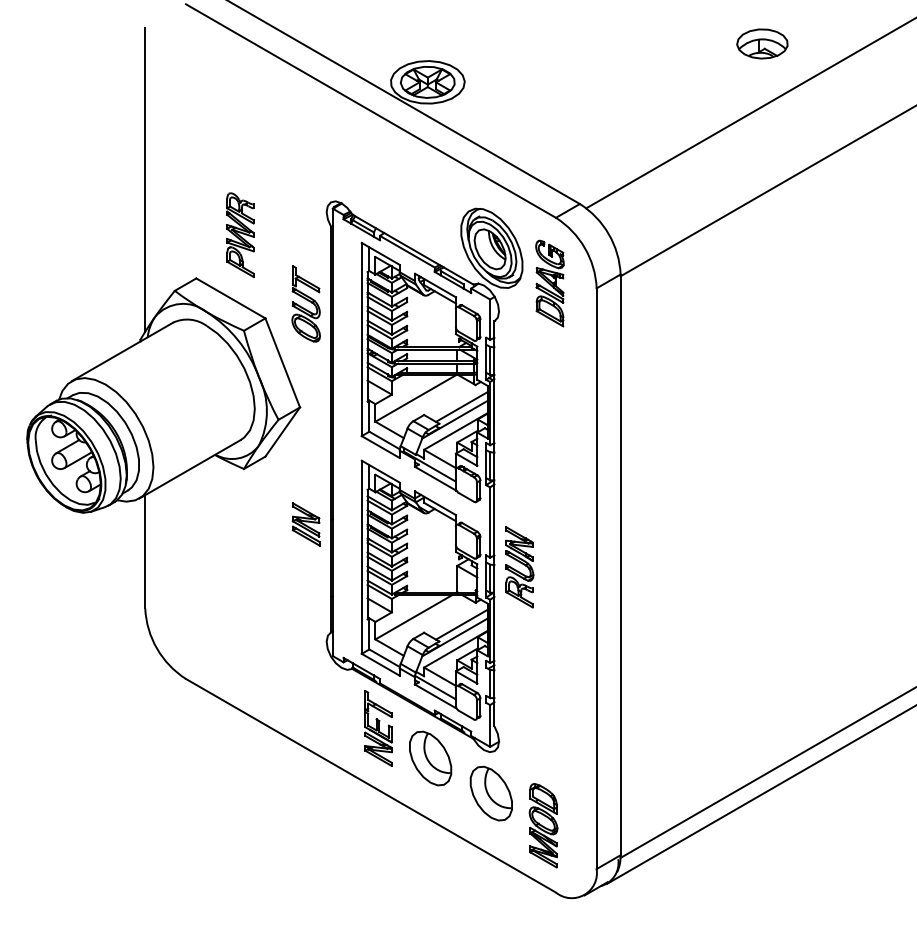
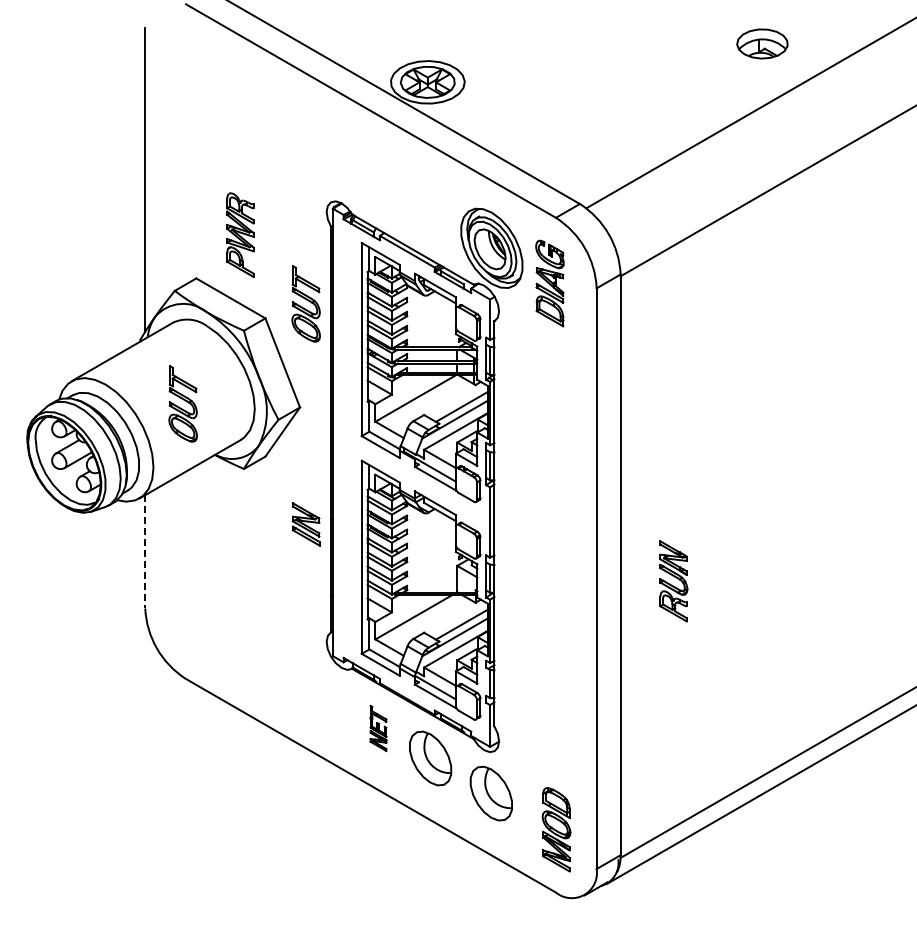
part at (182, 403): none -> present
line at (145, 551): solid -> dashed
part at (519, 567) position: (519, 567) -> (673, 581)
part at (378, 728) size: 29x77 px -> 19x47 px
part at (543, 825) position: (543, 825) -> (556, 829)
